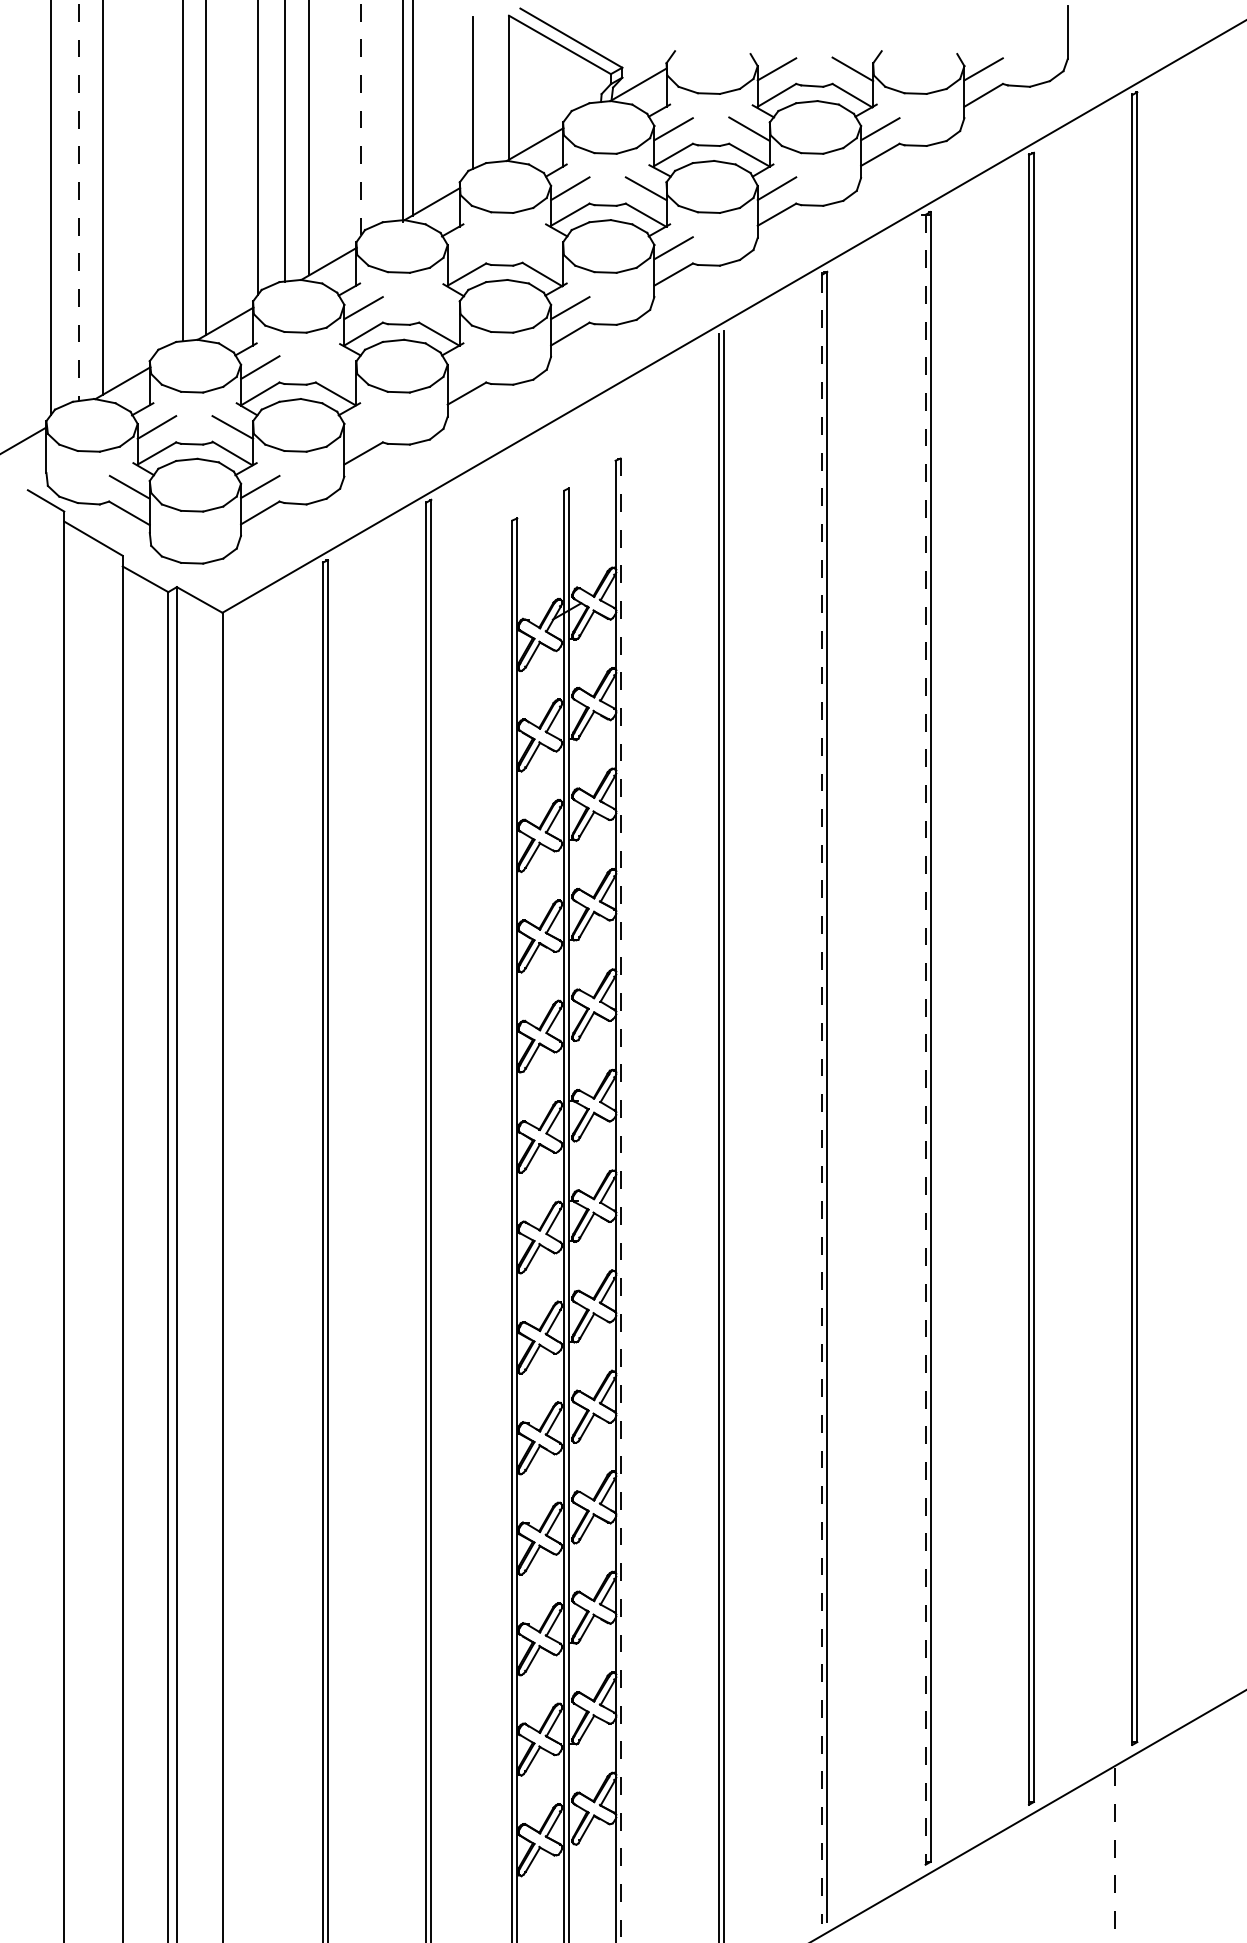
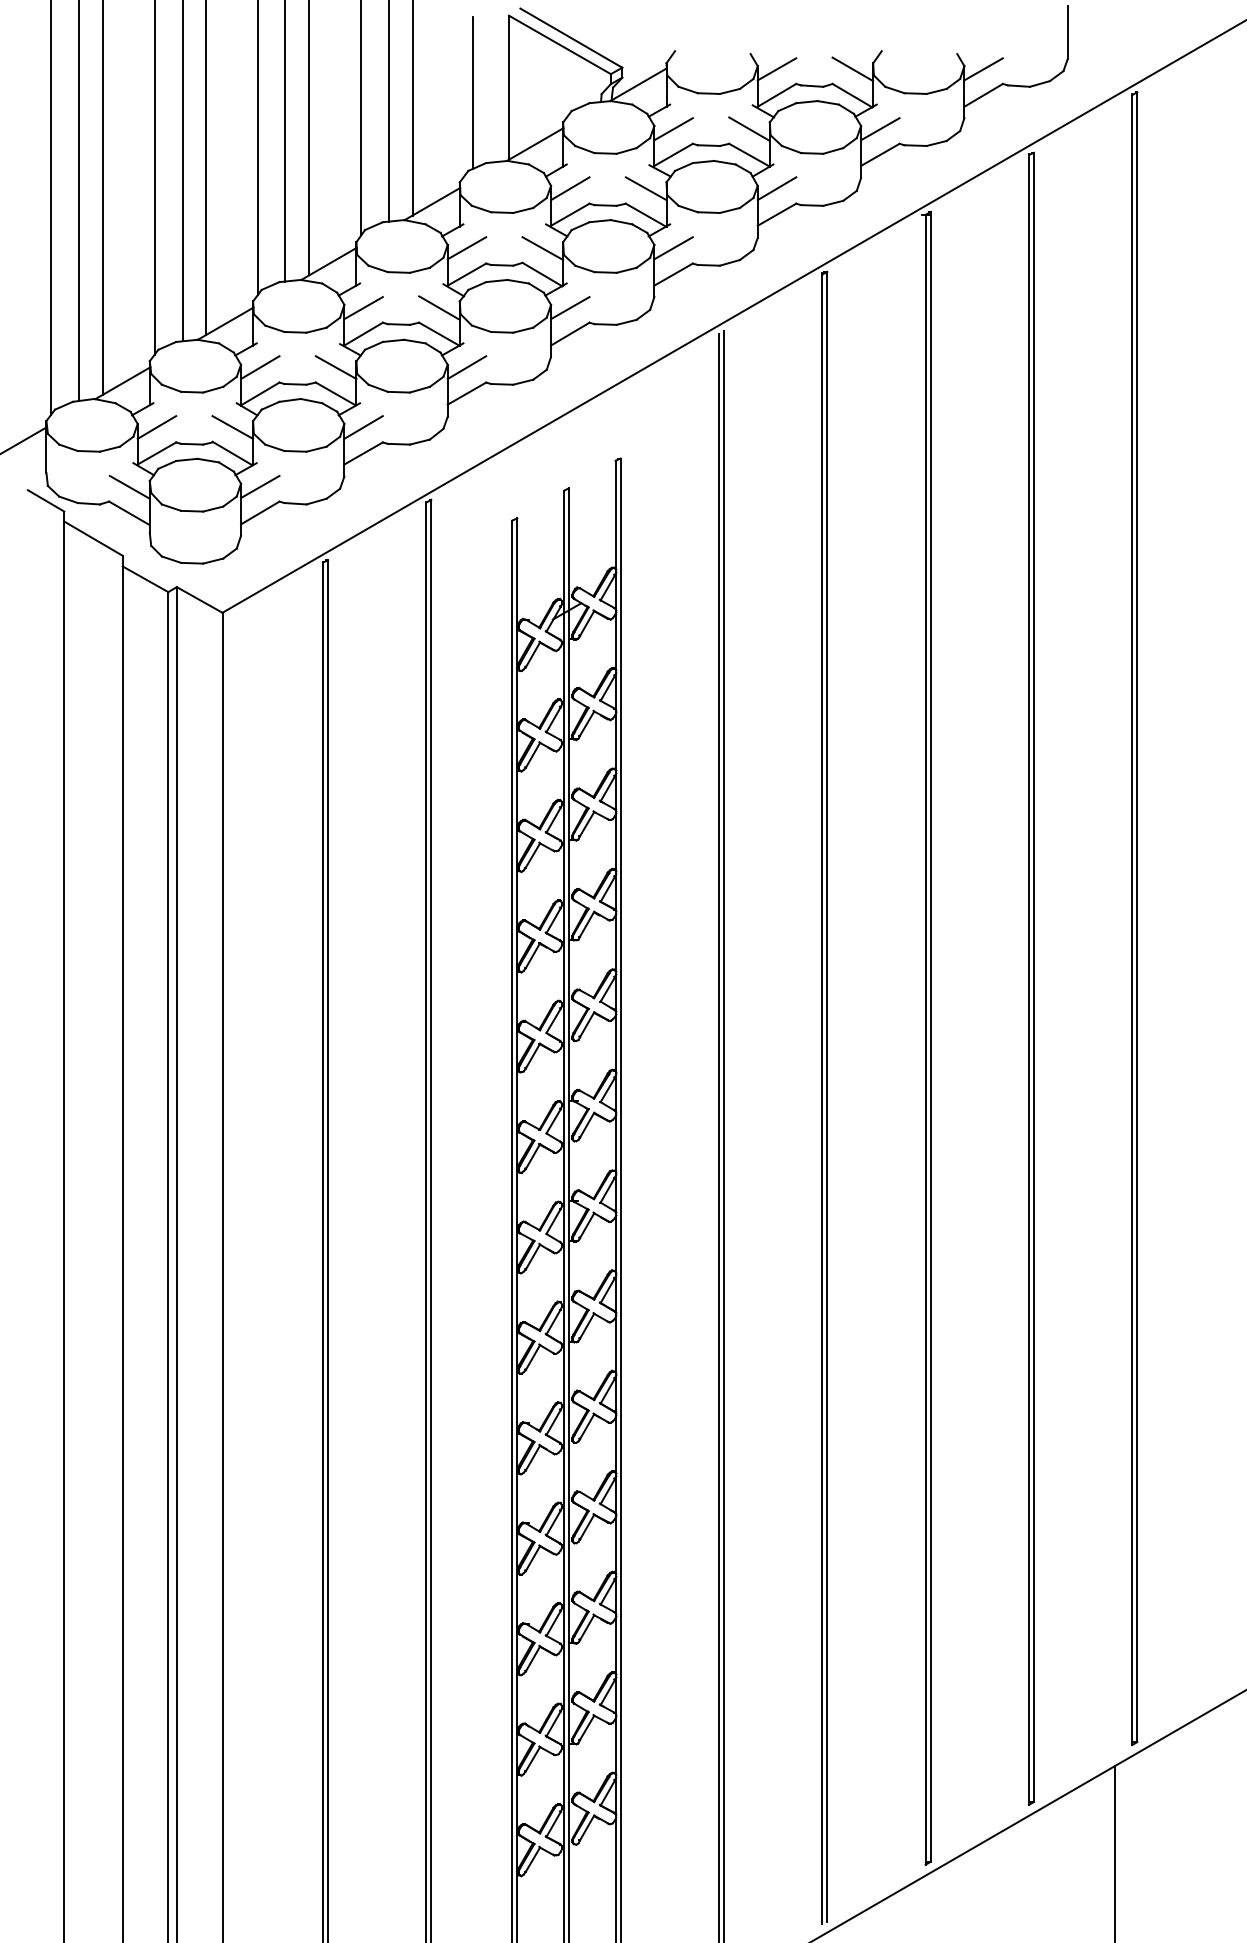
line at (402, 111) position: (402, 111) -> (388, 111)
line at (361, 117): dashed -> solid
line at (154, 178): none -> present
line at (79, 201): dashed -> solid
line at (466, 248): none -> present
line at (542, 248): none -> present
line at (439, 307): none -> present
line at (335, 367): none -> present
line at (466, 367): none -> present
line at (363, 427): none -> present
line at (925, 1039): dashed -> solid
line at (822, 1099): dashed -> solid
line at (620, 1200): dashed -> solid
line at (1115, 1853): dashed -> solid
